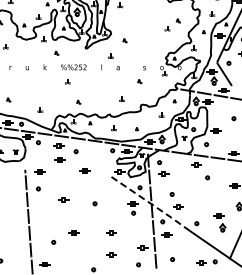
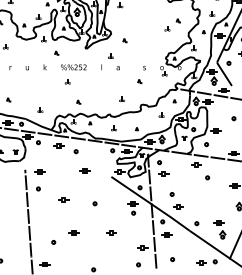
part at (59, 159): present -> none
line at (150, 203): dashed -> solid
part at (219, 222) position: (219, 222) -> (219, 229)
part at (111, 254): present -> none
